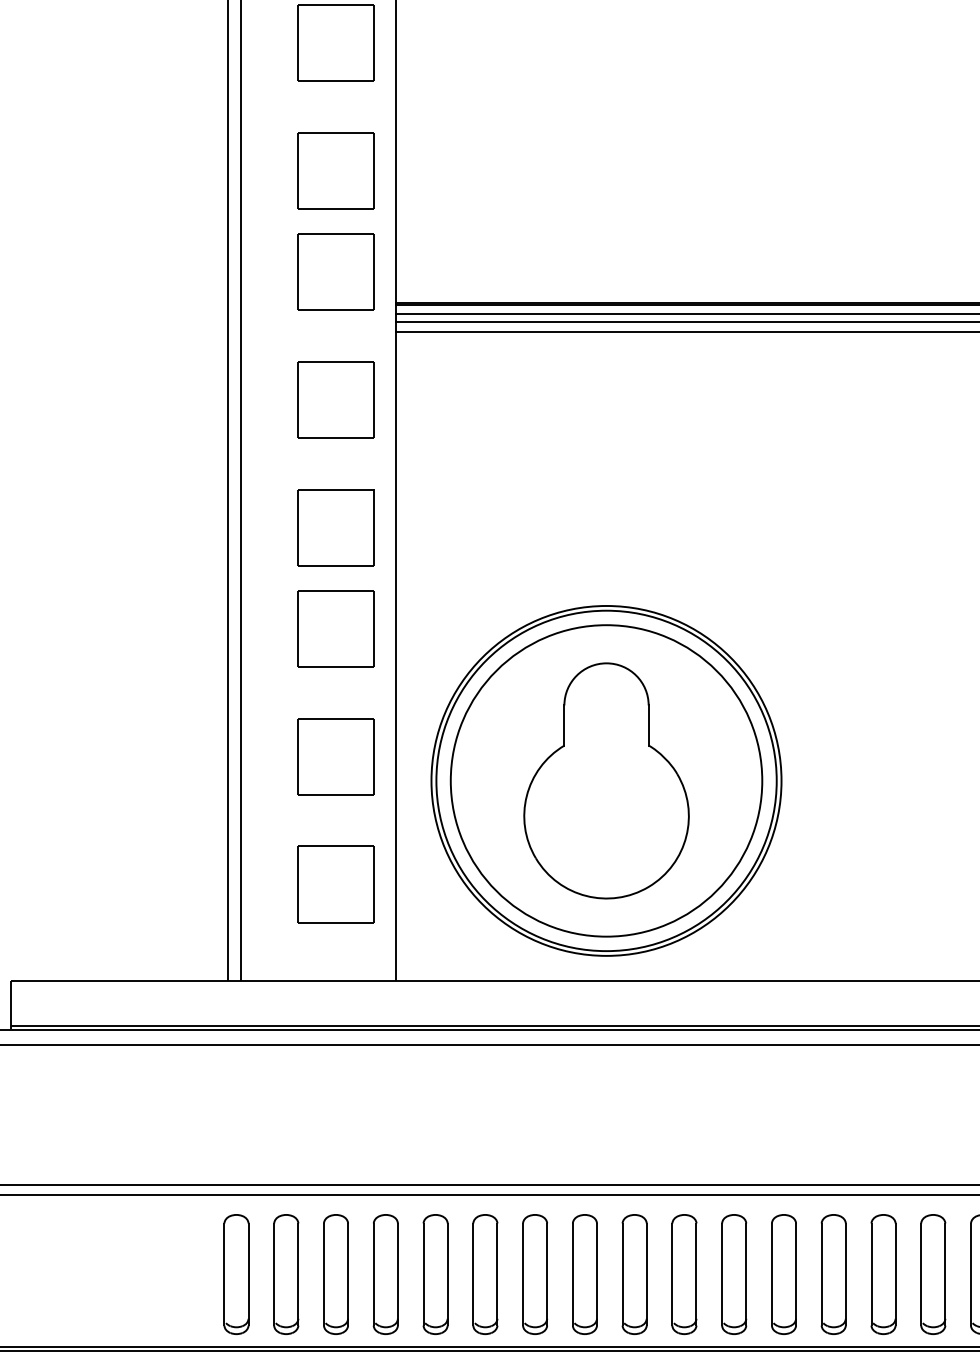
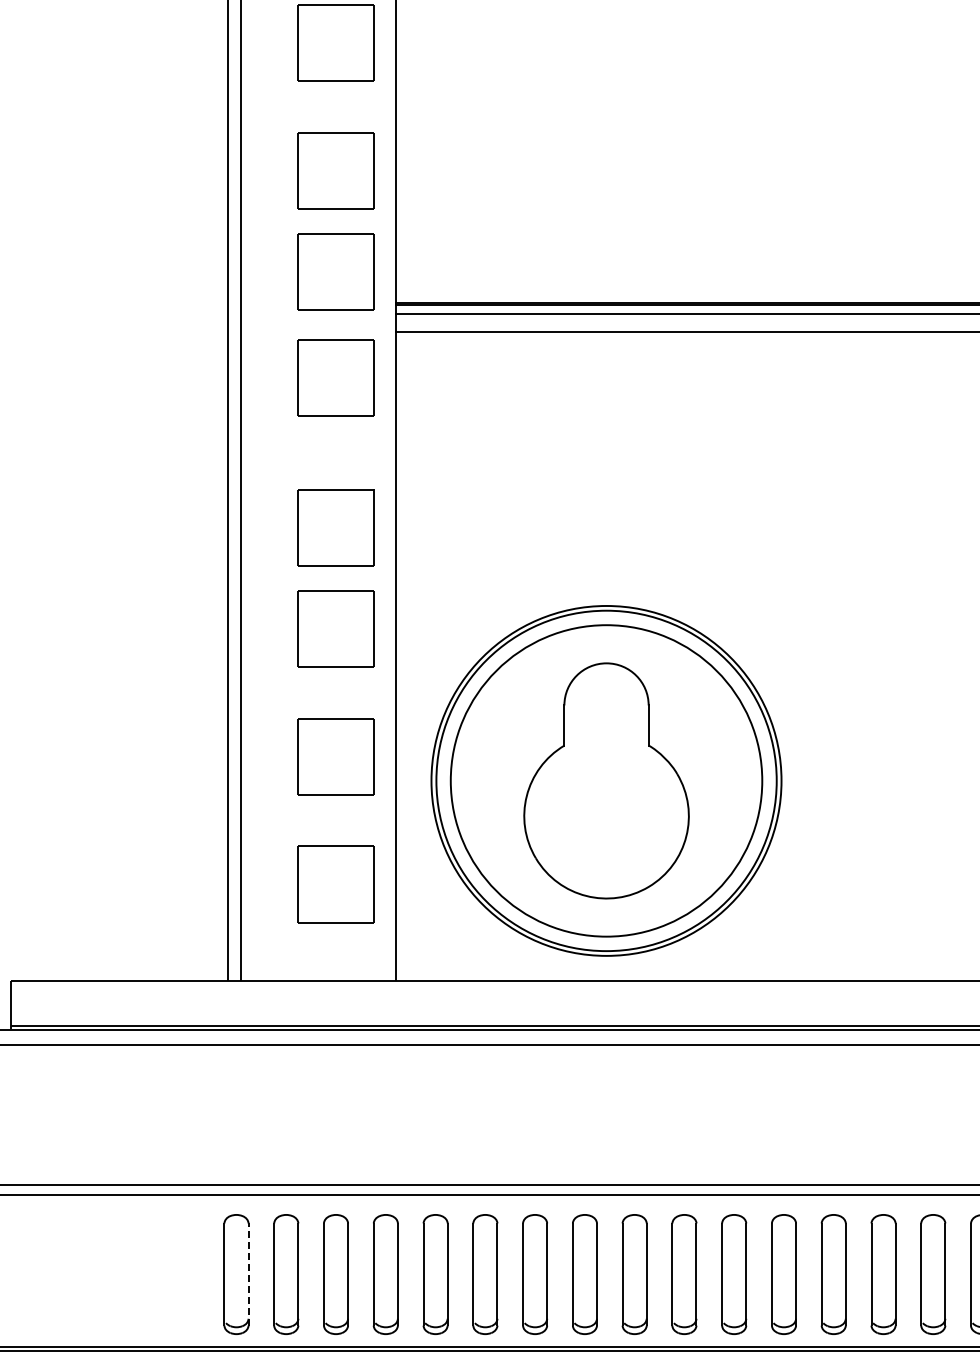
line at (686, 322): present -> none
part at (335, 399) position: (335, 399) -> (335, 377)
line at (248, 1274): solid -> dashed
